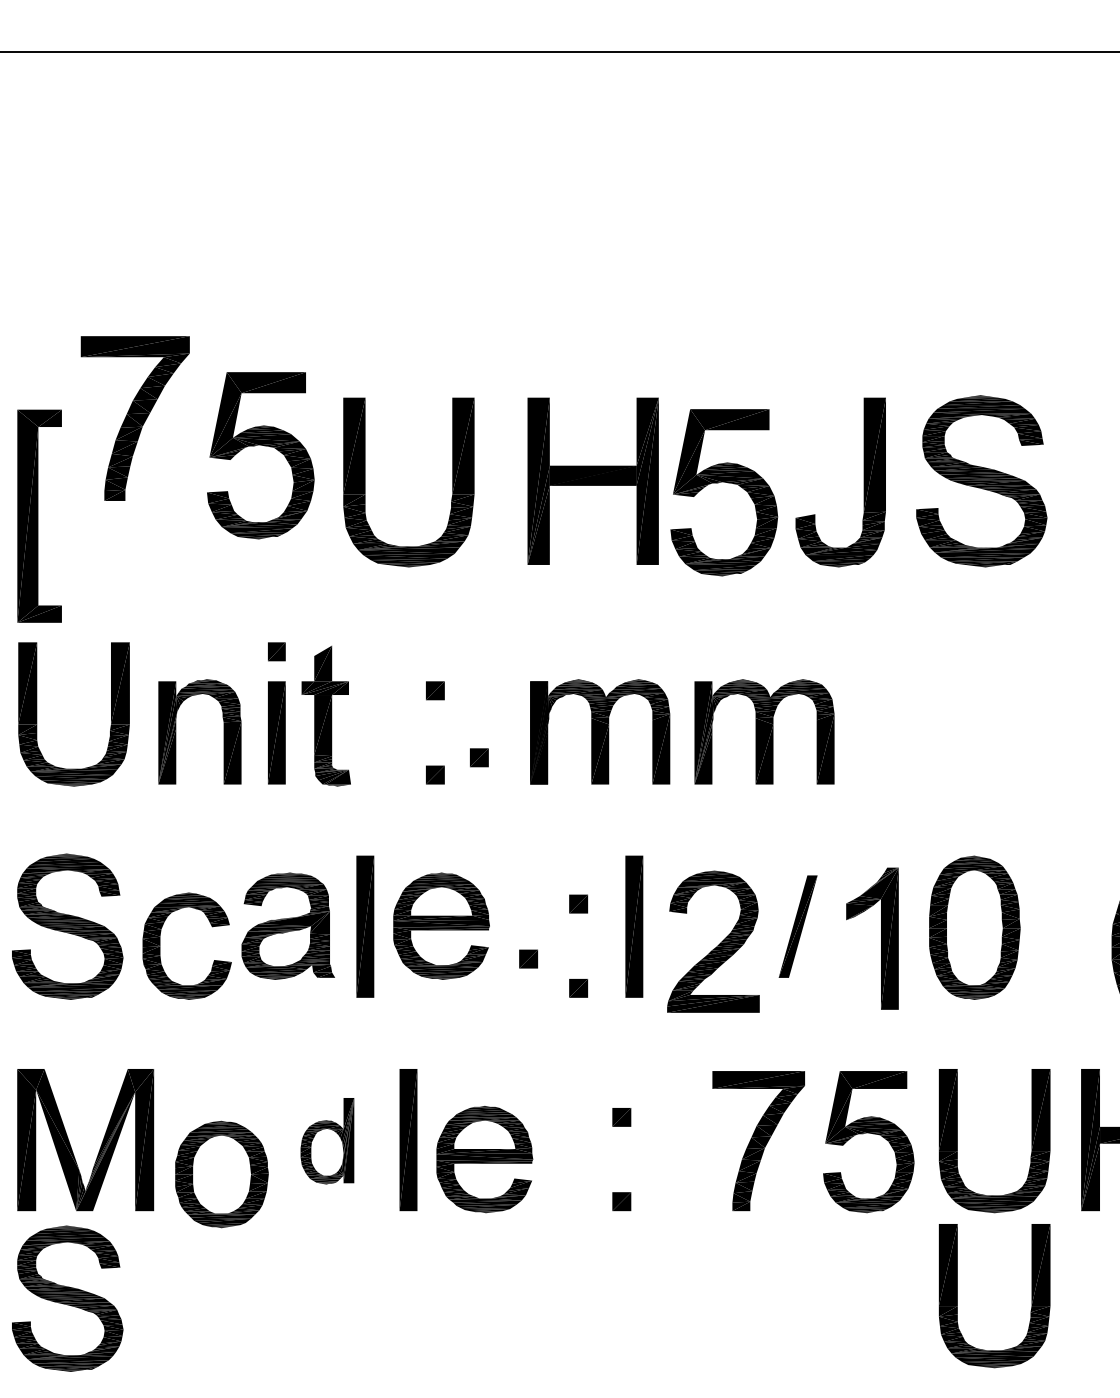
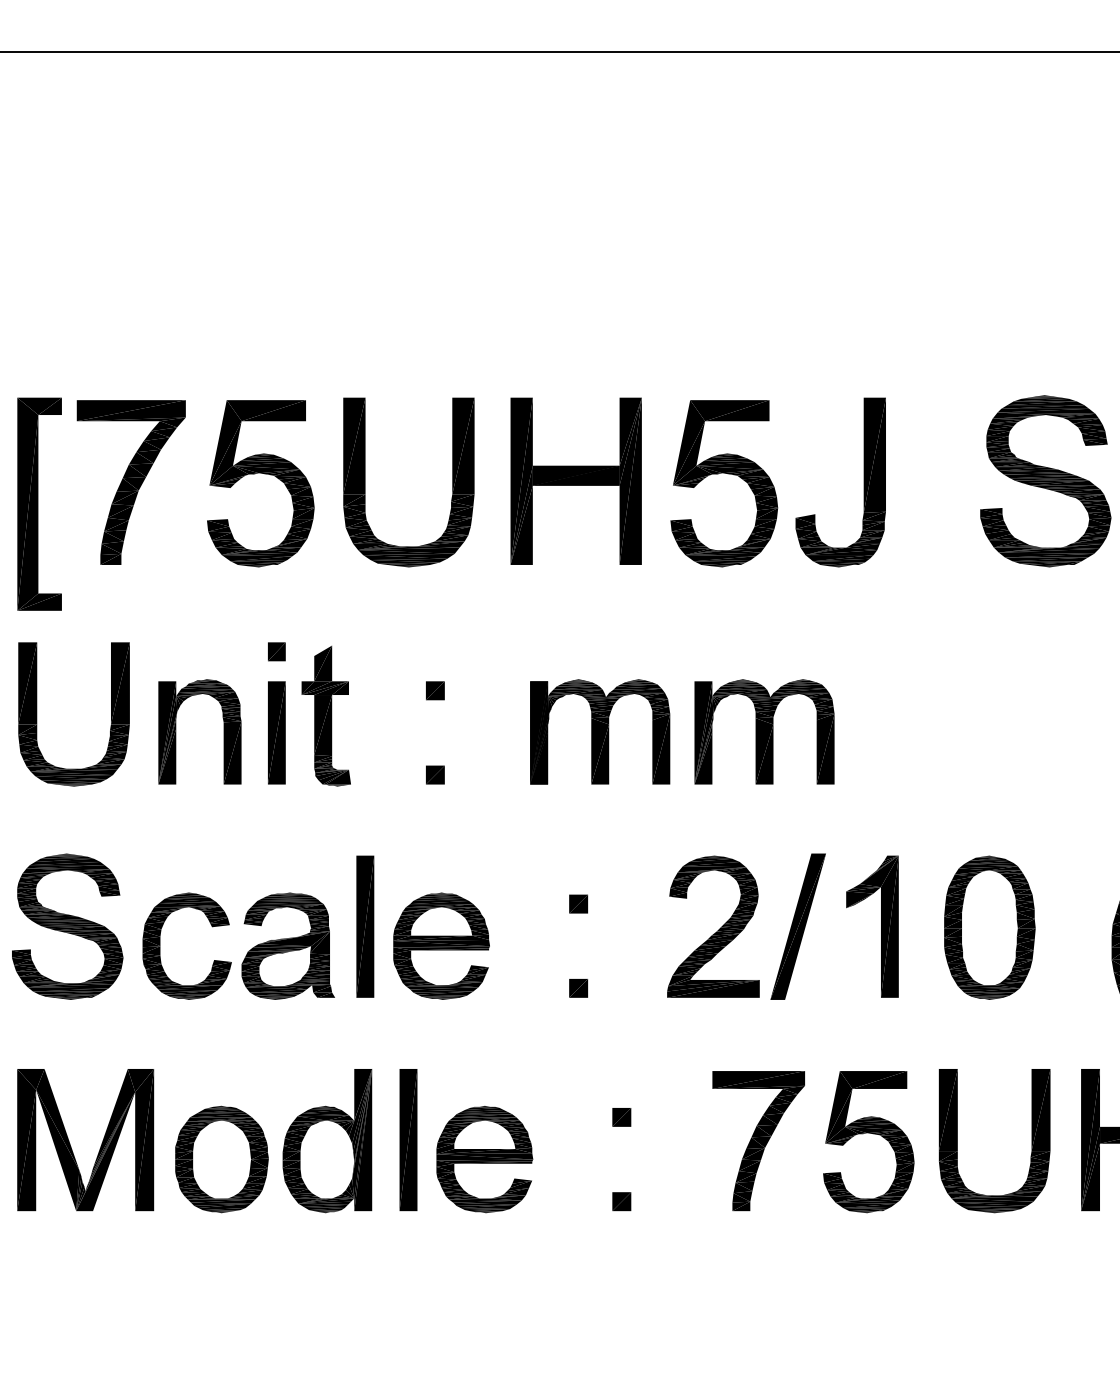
part at (134, 418) position: (134, 418) -> (130, 482)
part at (264, 446) position: (264, 446) -> (264, 474)
part at (592, 480) position: (592, 480) -> (575, 480)
part at (981, 481) position: (981, 481) -> (1045, 481)
part at (728, 483) position: (728, 483) -> (728, 474)
part at (39, 515) position: (39, 515) -> (39, 503)
part at (479, 757): present -> none
part at (287, 925) position: (287, 925) -> (287, 945)
part at (441, 925) position: (441, 925) -> (441, 945)
part at (634, 926): present -> none
part at (797, 926) size: 40x103 px -> 56x147 px
part at (974, 927) position: (974, 927) -> (989, 927)
part at (881, 938) position: (881, 938) -> (881, 926)
part at (713, 941) position: (713, 941) -> (713, 926)
part at (528, 958): present -> none
part at (327, 1141) size: 55x87 px -> 91x145 px
part at (221, 1174) position: (221, 1174) -> (221, 1159)
part at (957, 1296): present -> none
part at (67, 1298): present -> none
